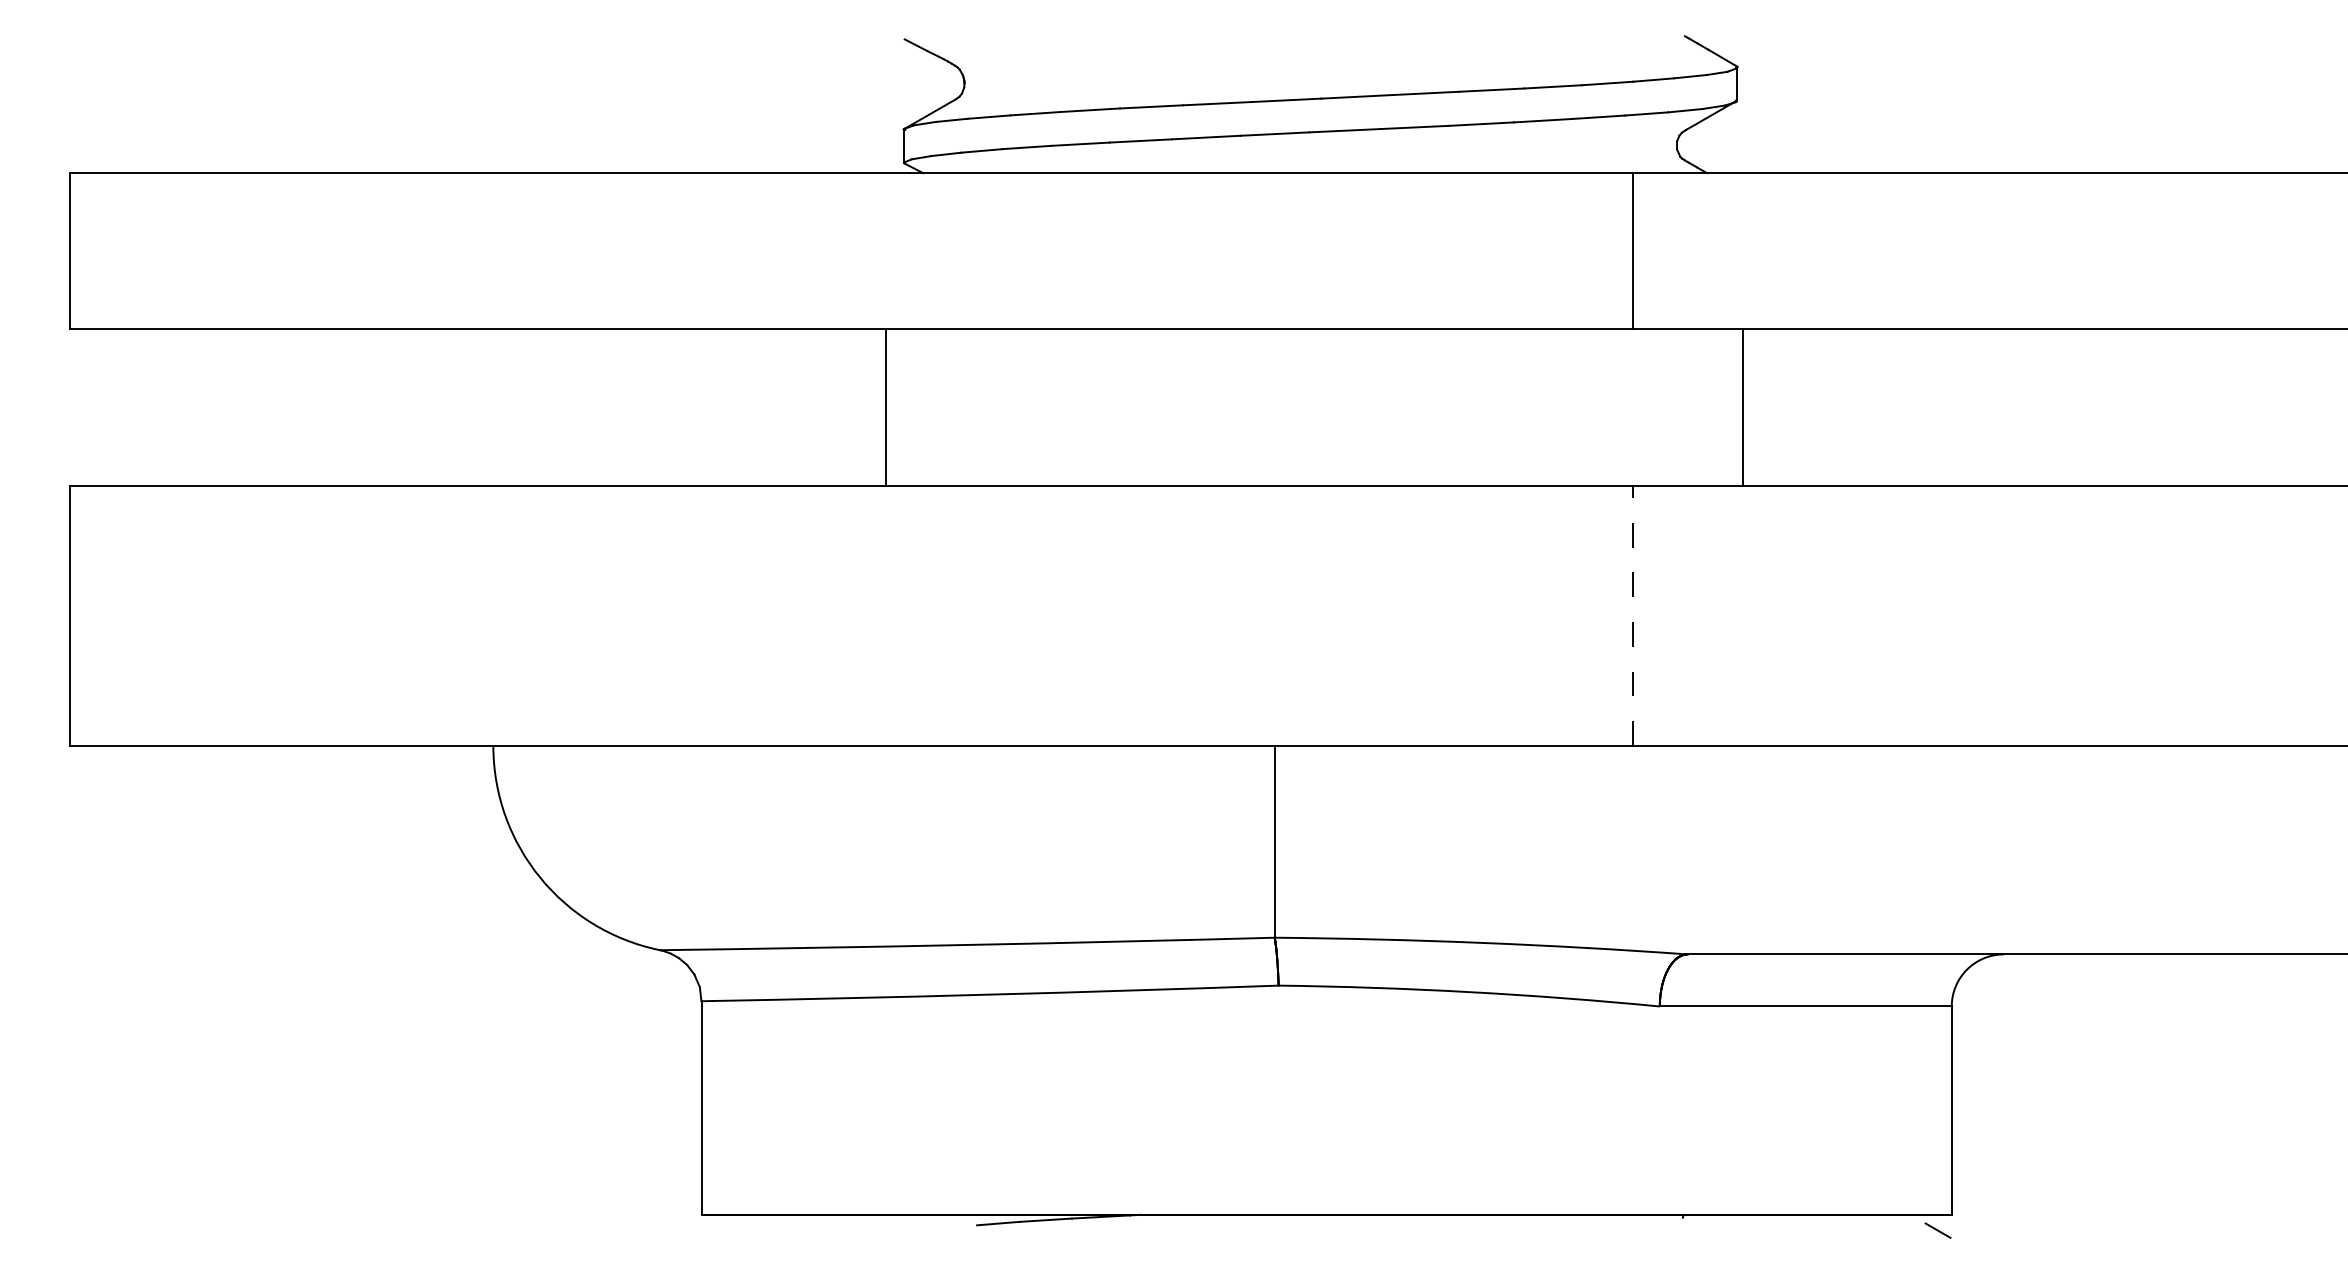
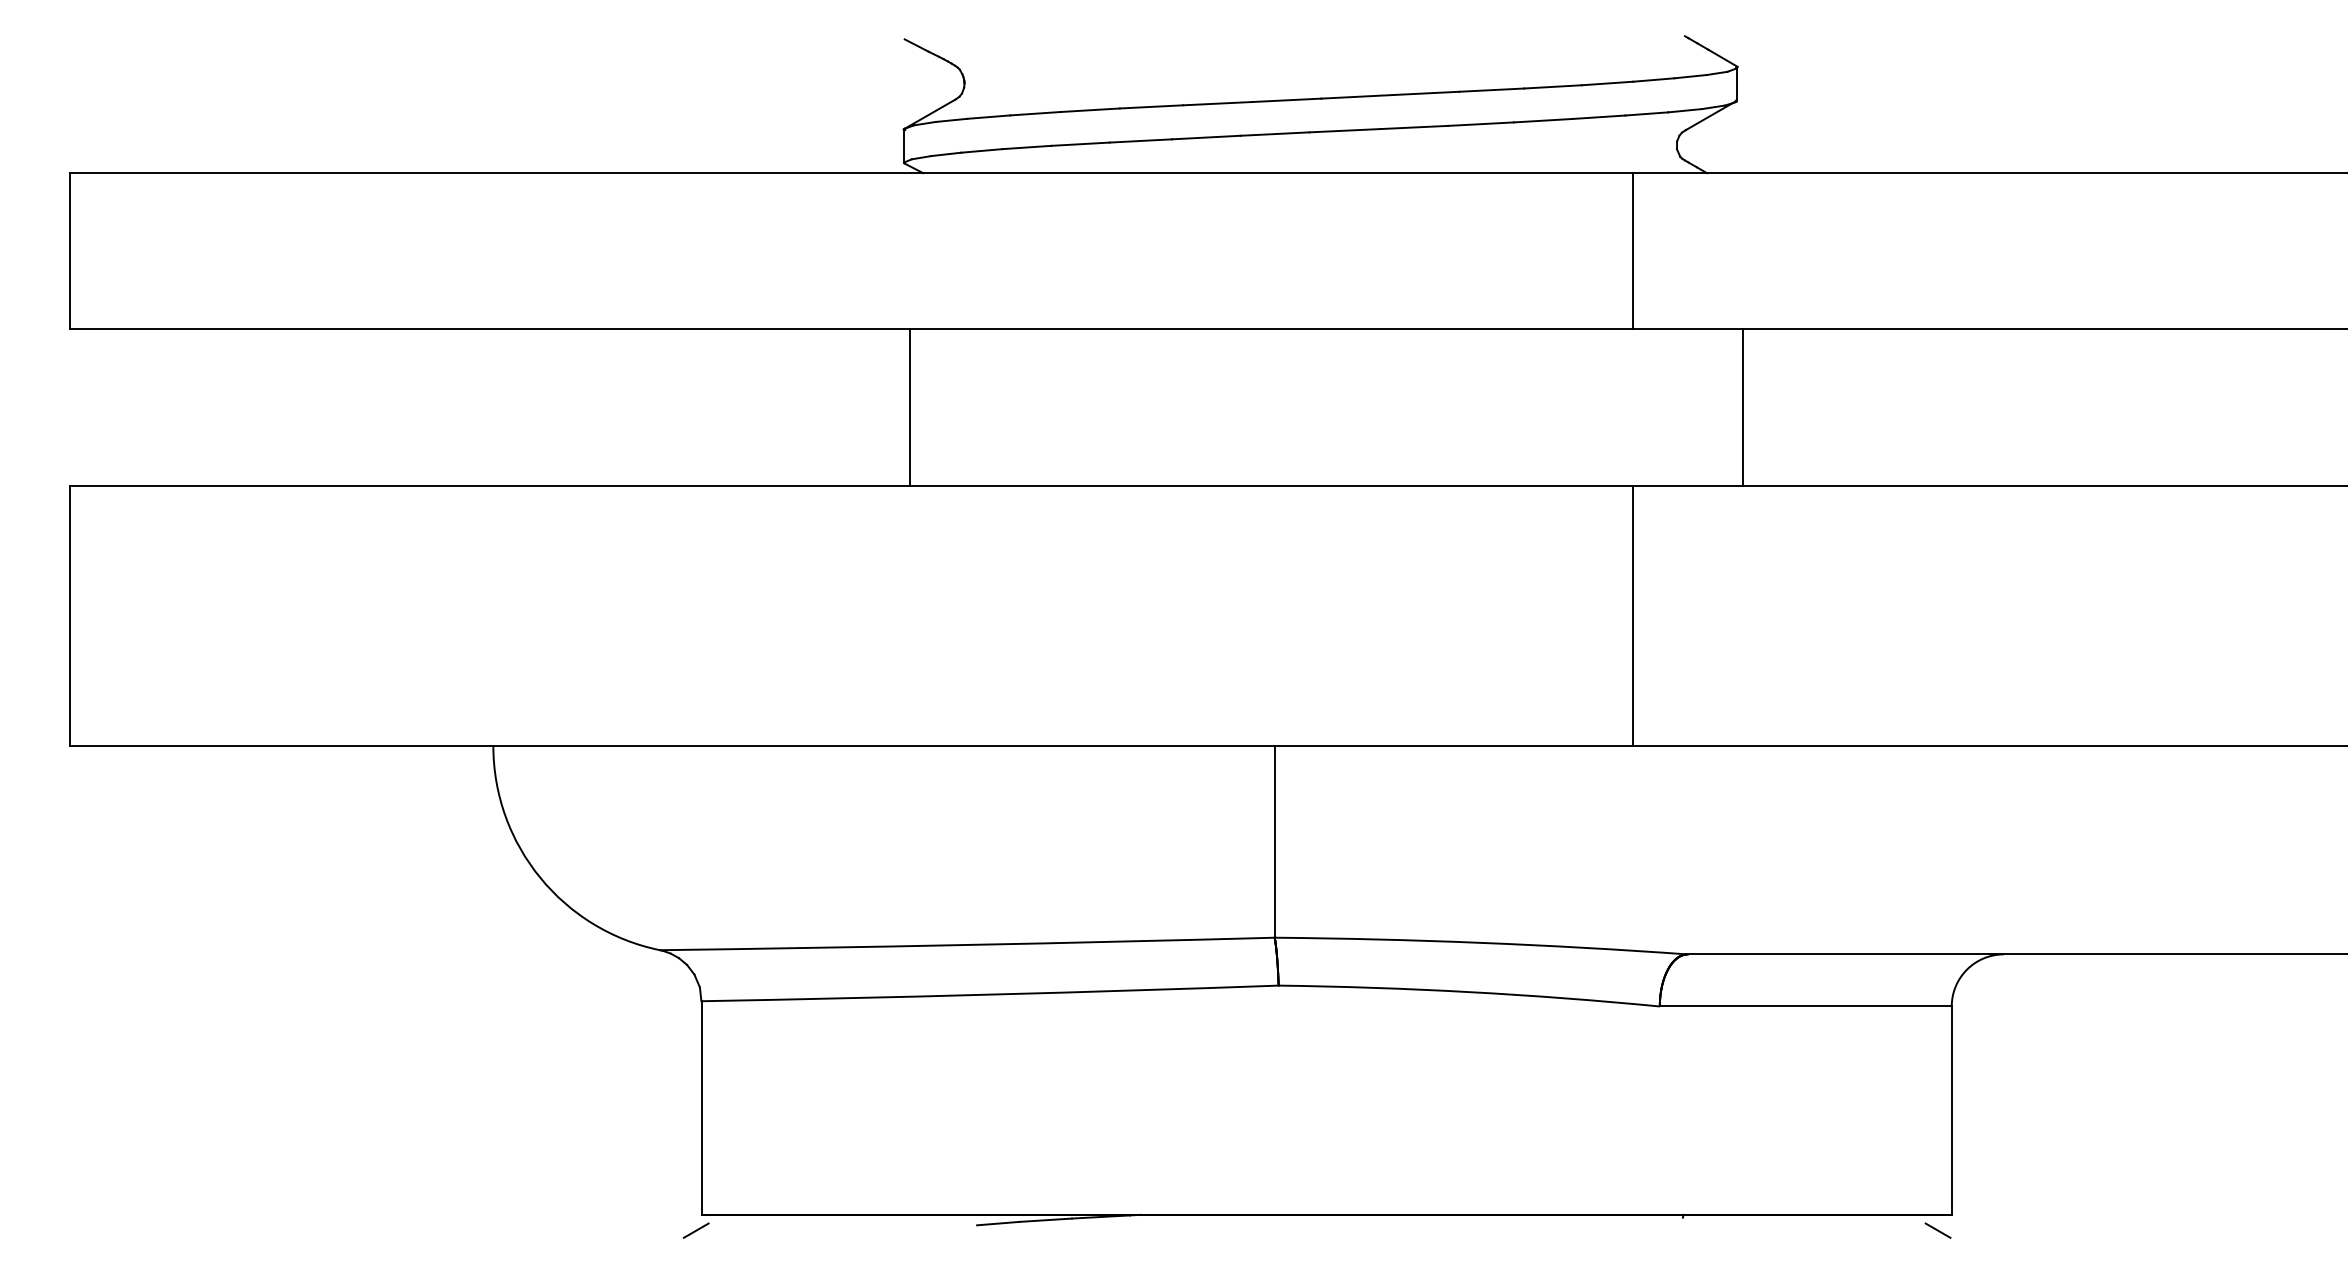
line at (886, 407) position: (886, 407) -> (910, 407)
line at (1632, 615): dashed -> solid
line at (695, 1230): none -> present
